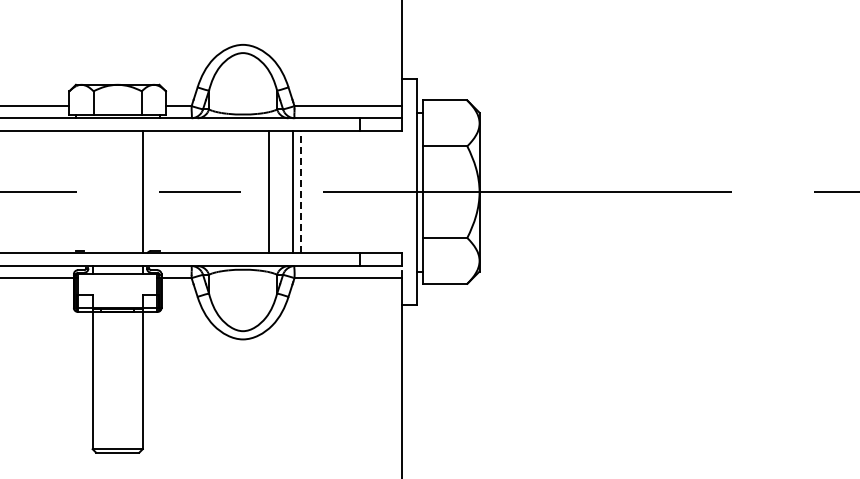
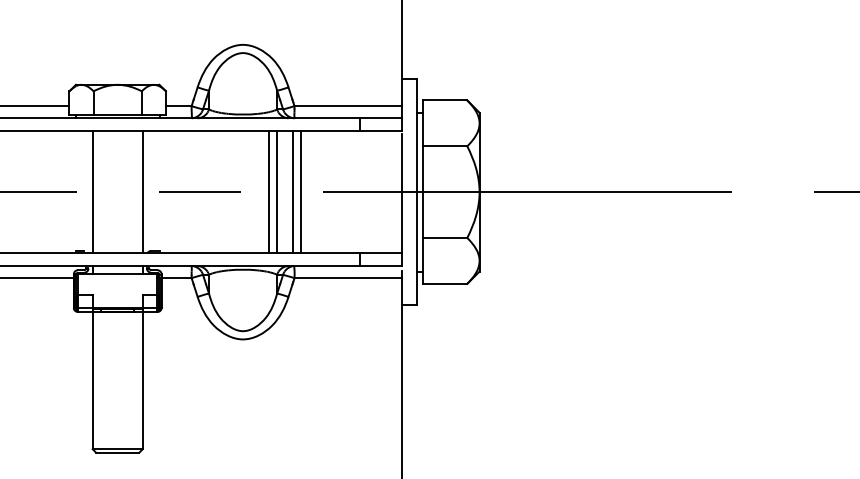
line at (92, 191): none -> present
line at (276, 191): none -> present
line at (300, 191): dashed -> solid
line at (401, 191): none -> present
